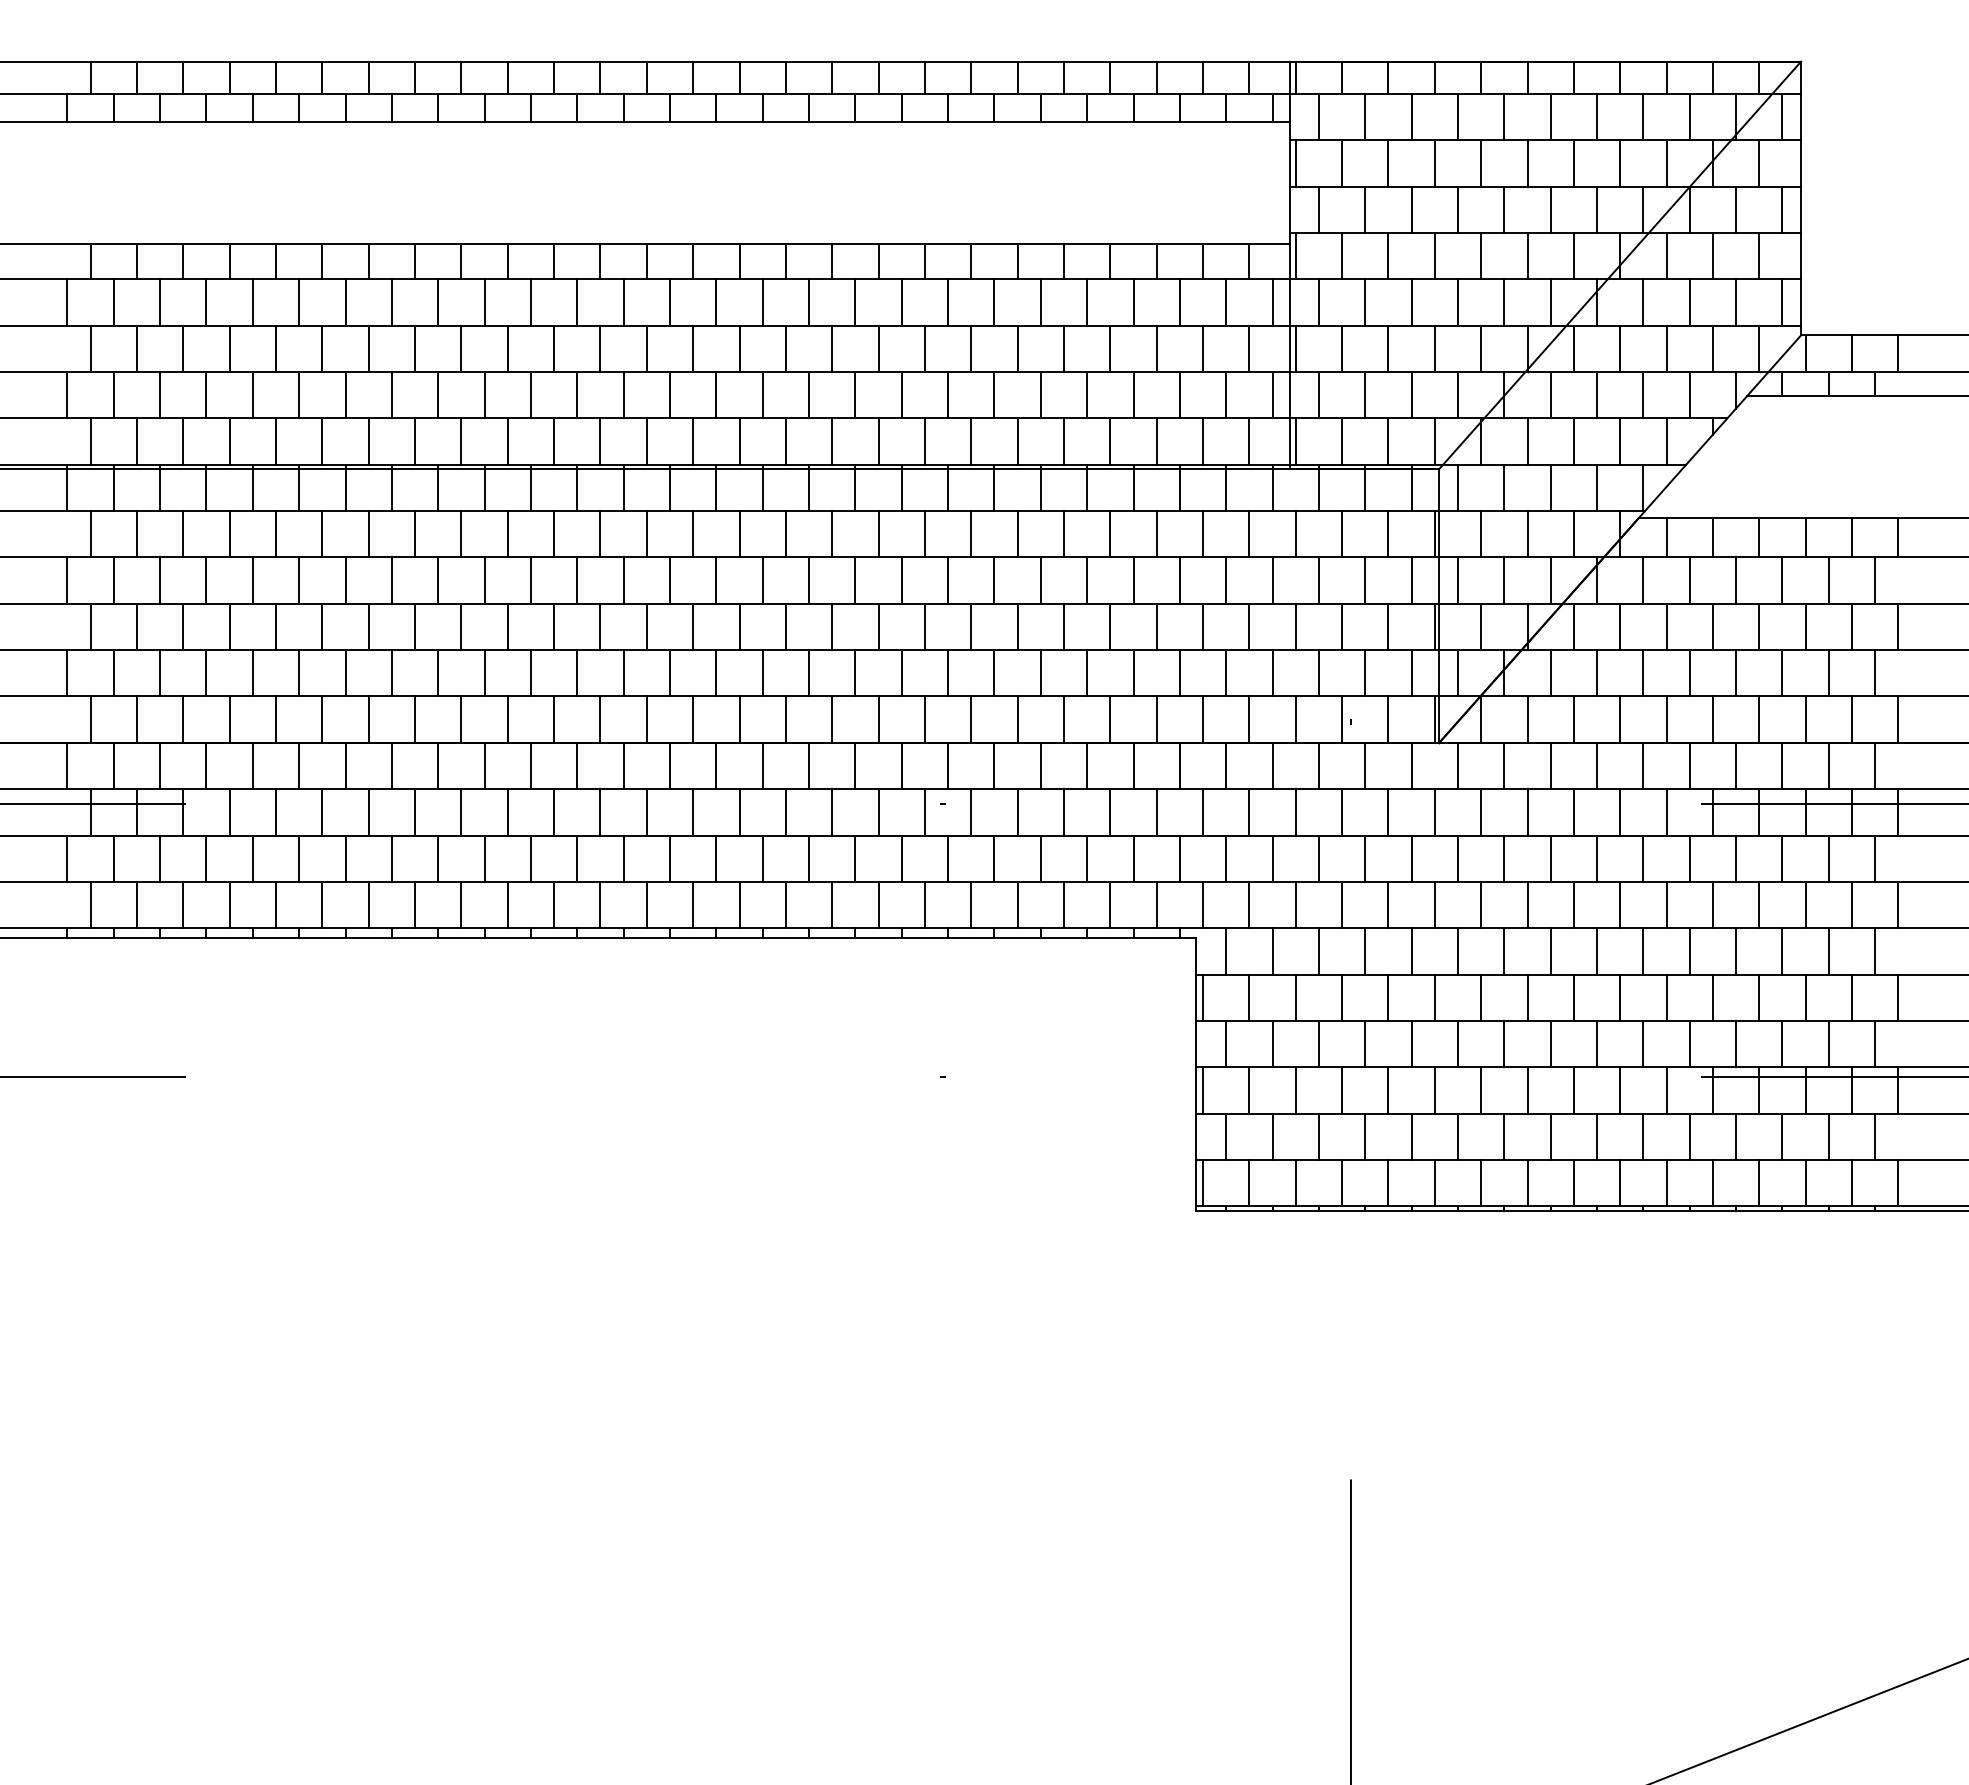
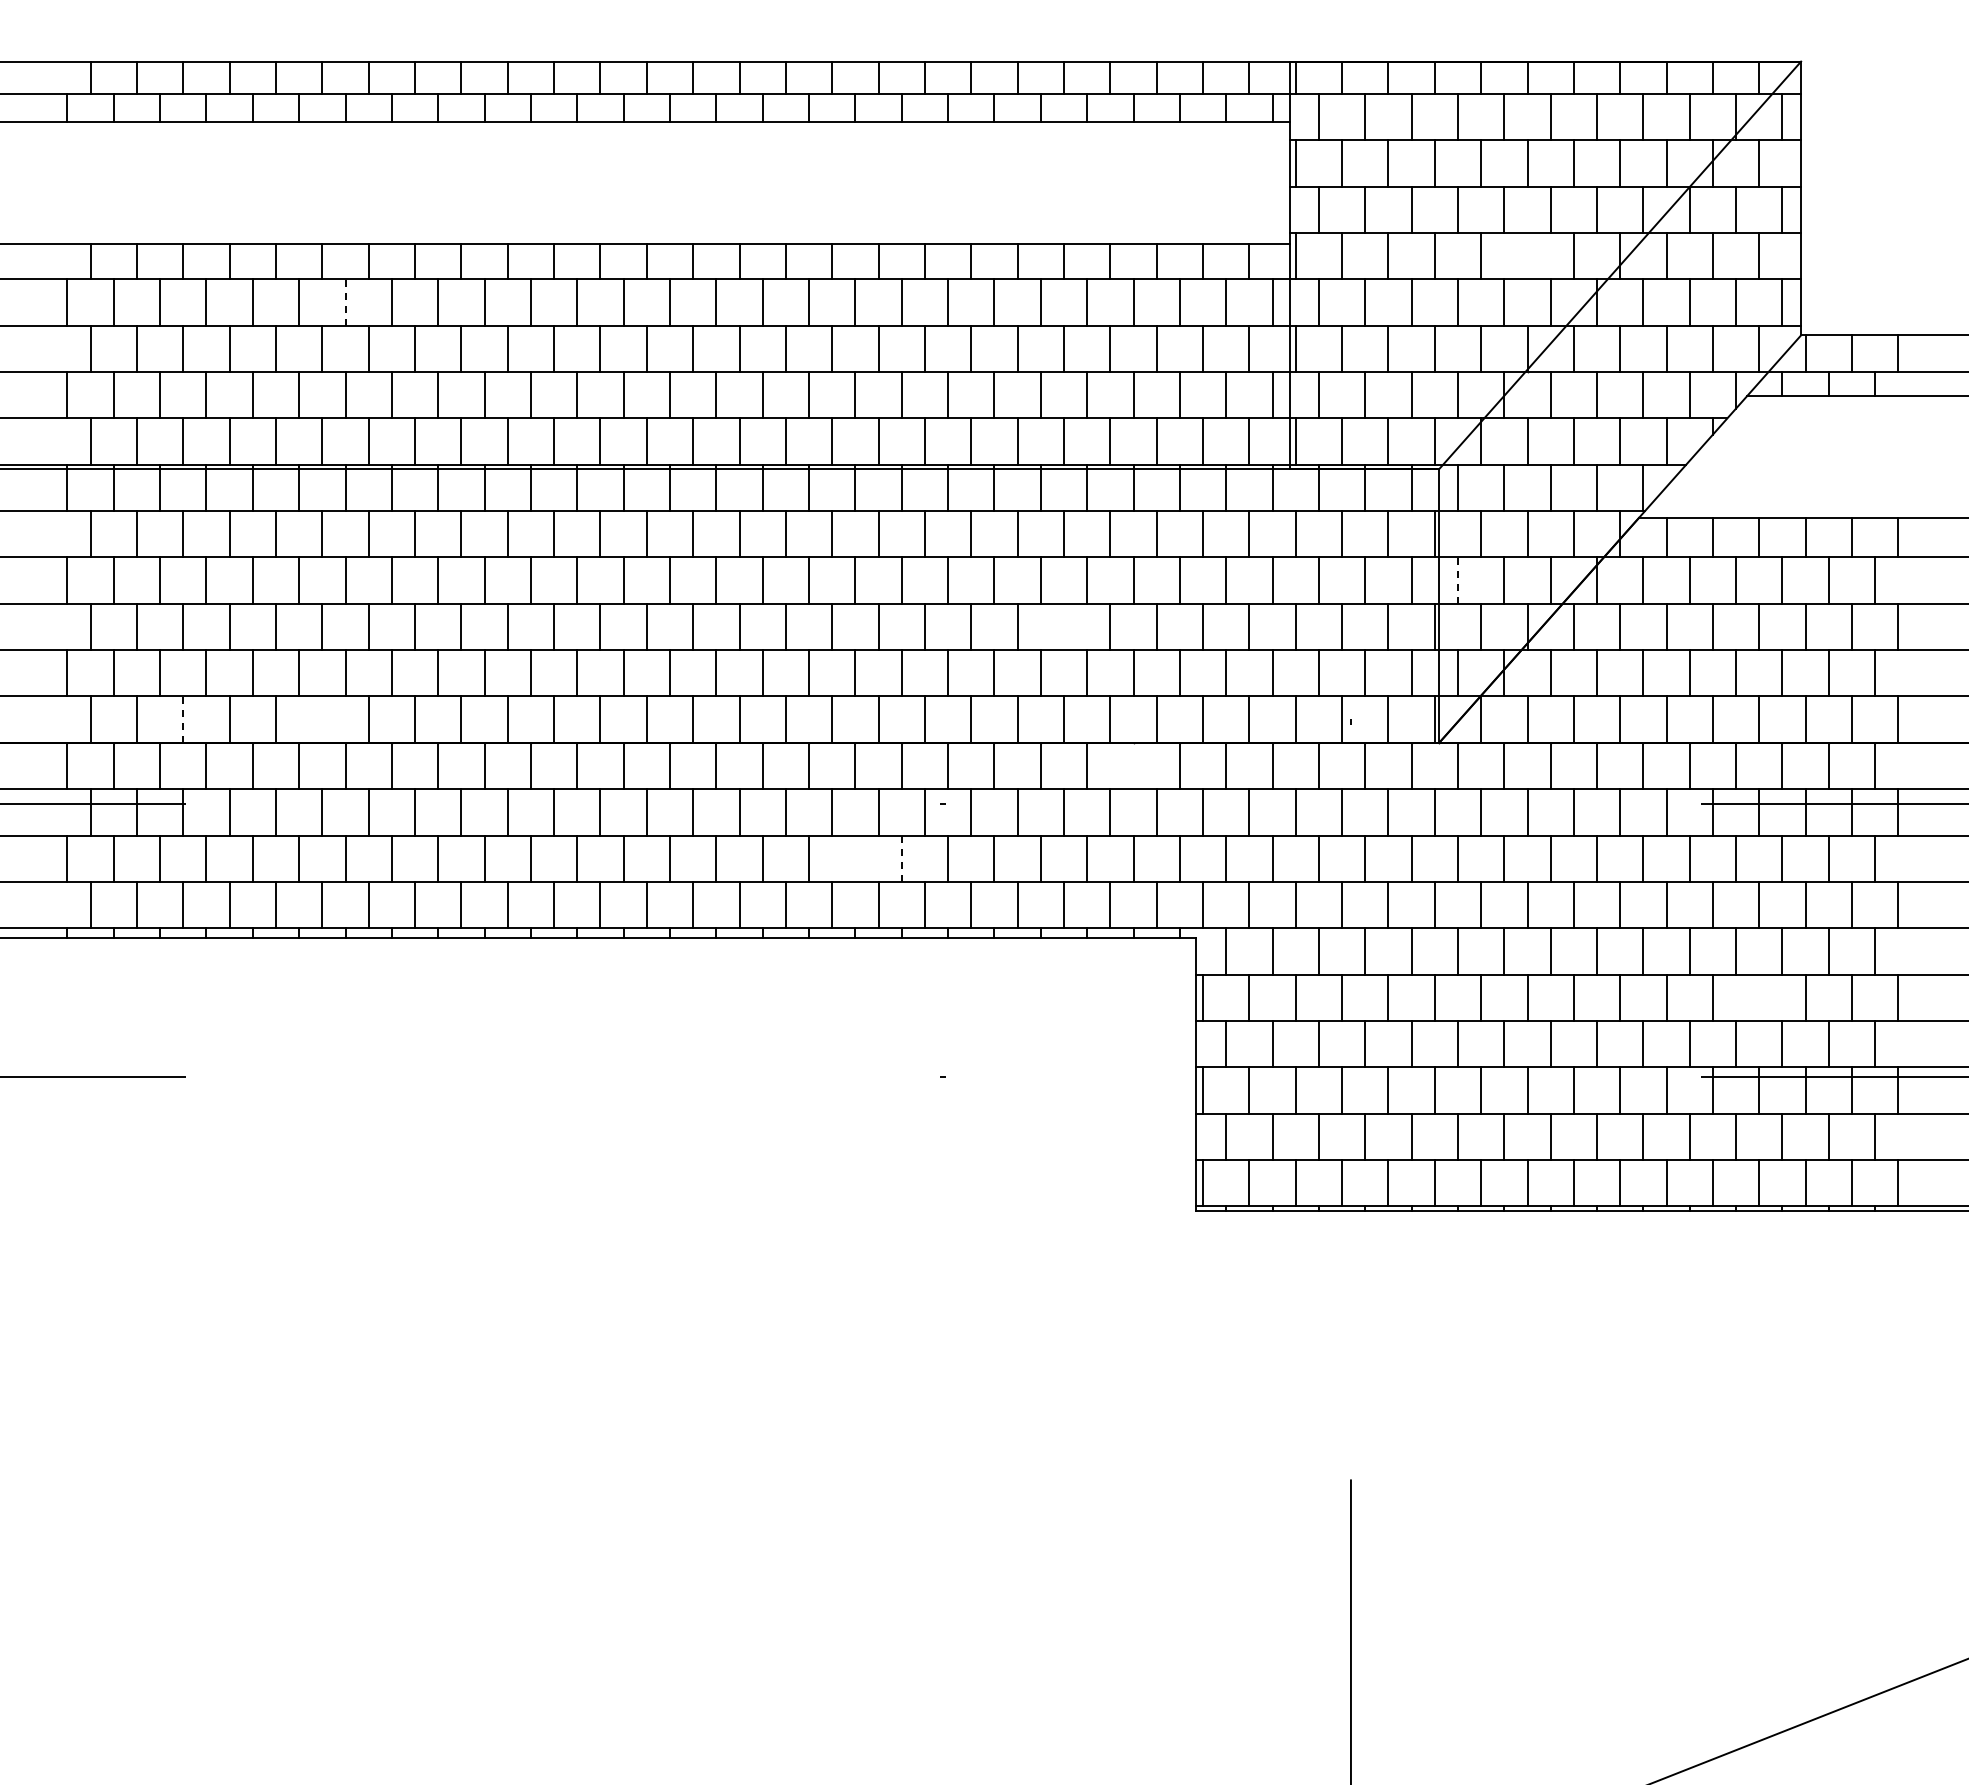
line at (1527, 255): present -> none
line at (345, 301): solid -> dashed
line at (1458, 580): solid -> dashed
line at (1063, 626): present -> none
line at (183, 719): solid -> dashed
line at (322, 719): present -> none
line at (1133, 765): present -> none
line at (855, 858): present -> none
line at (901, 858): solid -> dashed
line at (1759, 997): present -> none
